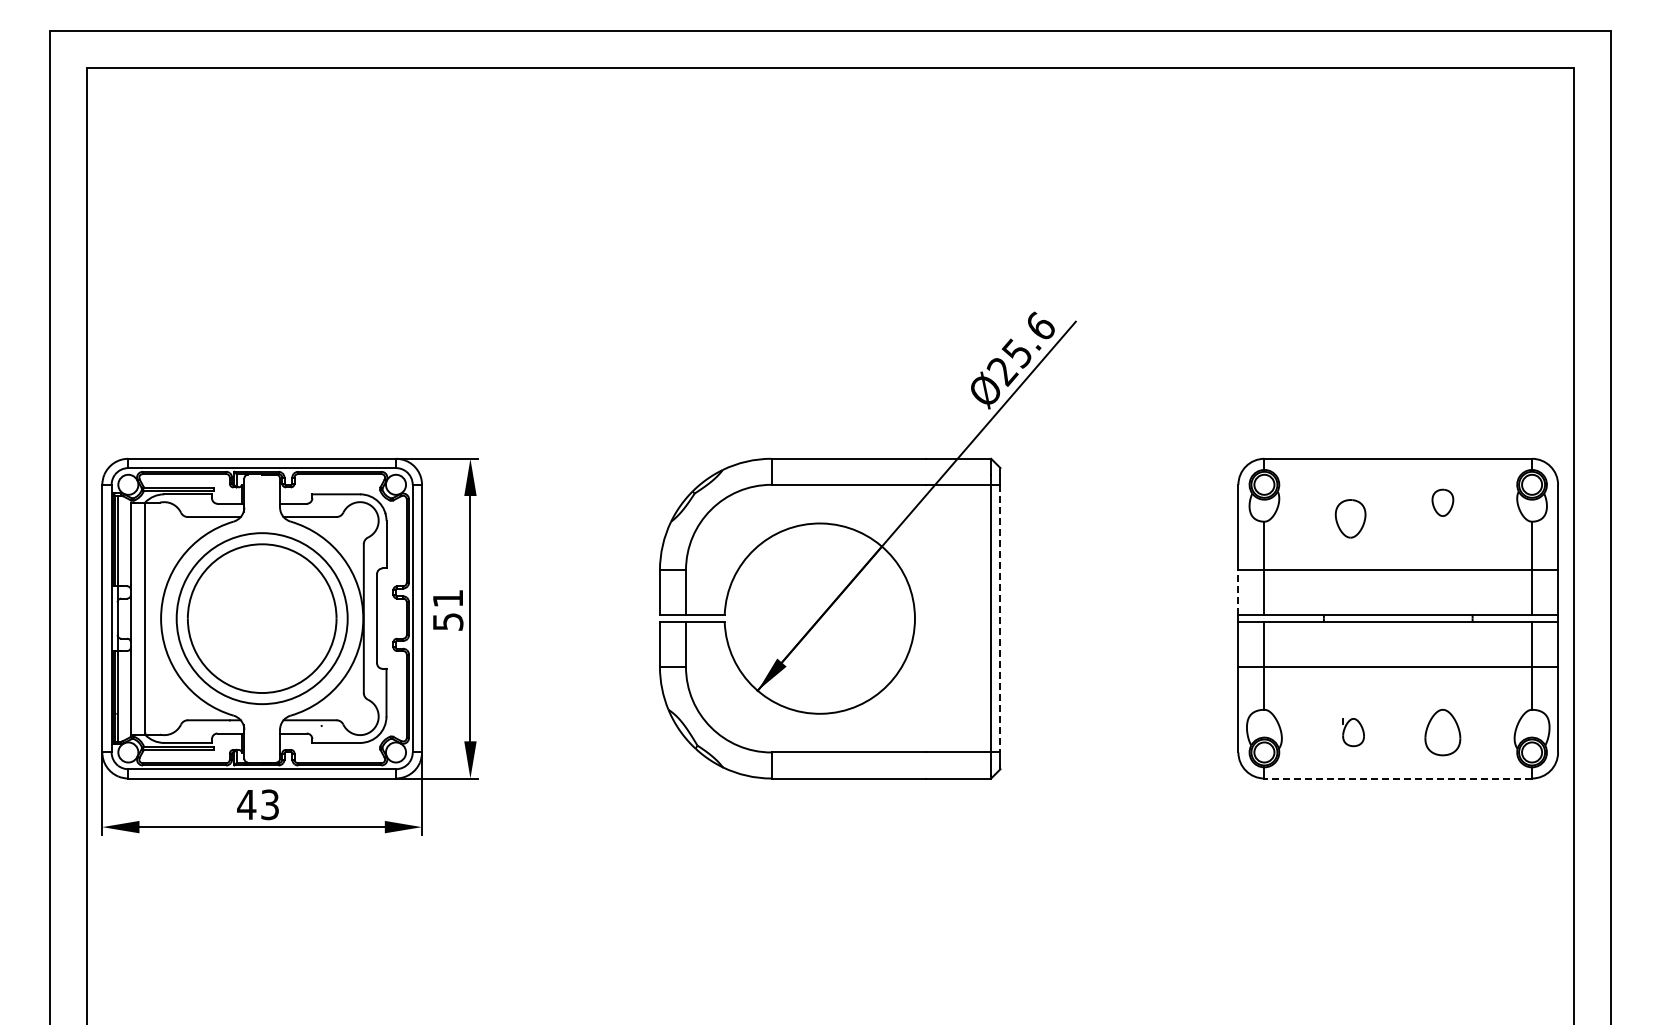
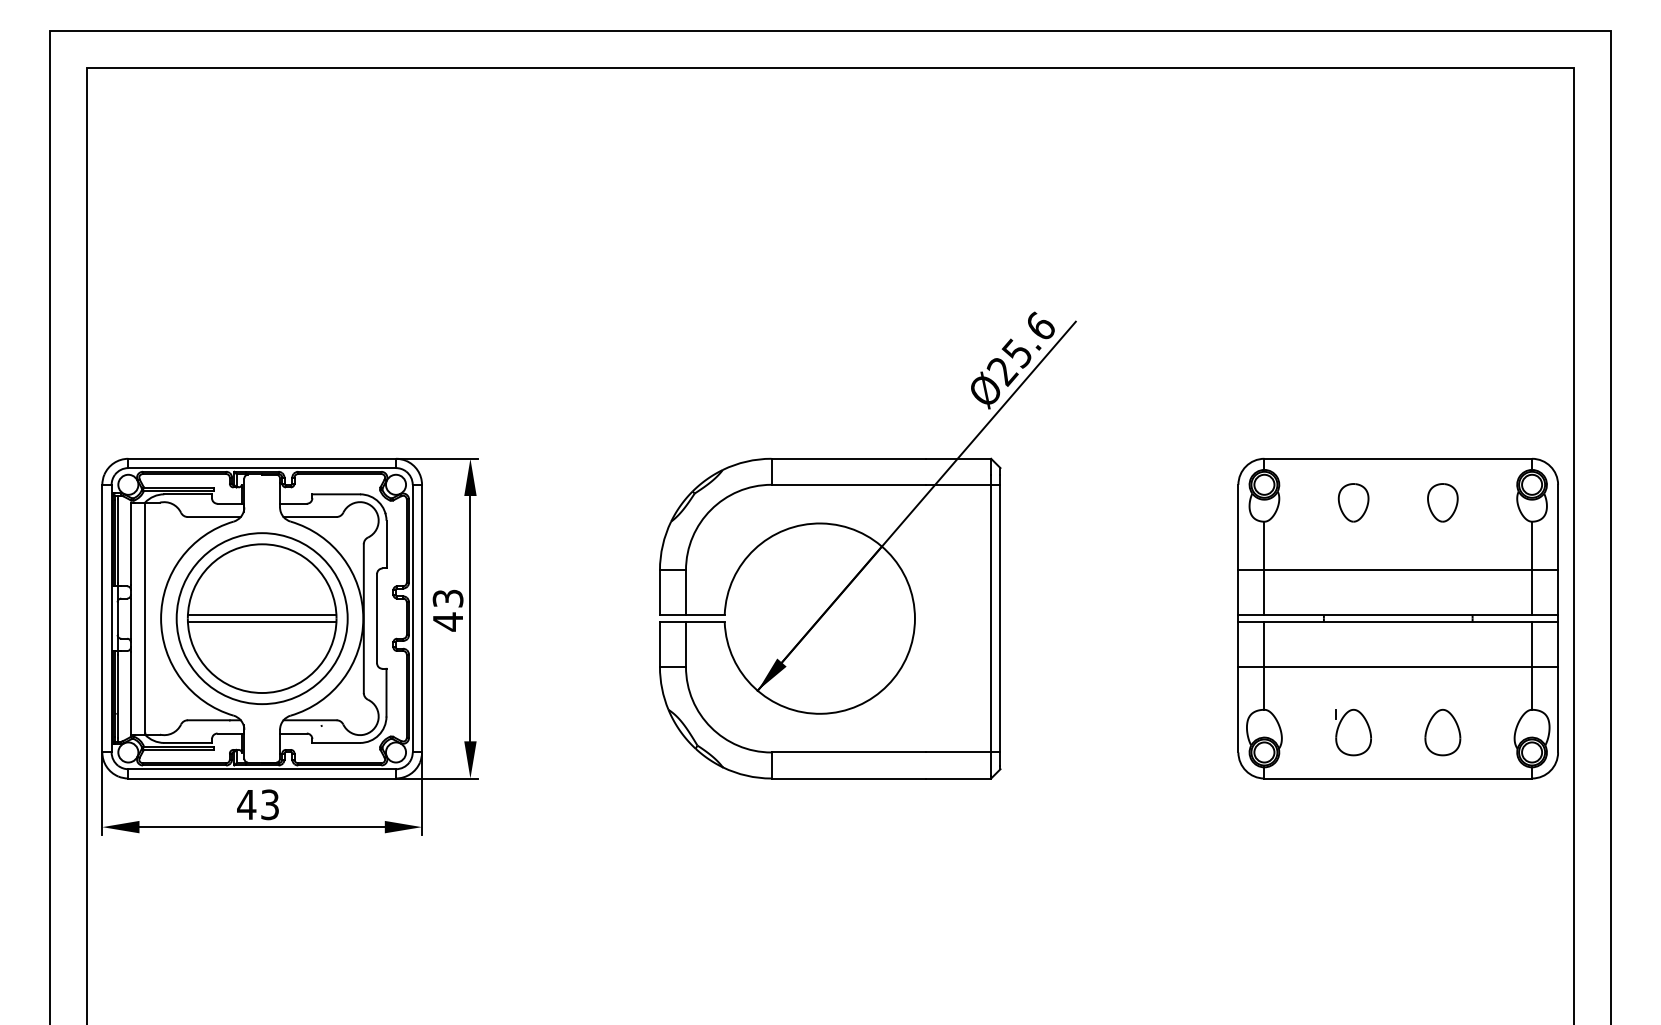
part at (1442, 502) size: 24x29 px -> 32x40 px
part at (1350, 518) position: (1350, 518) -> (1353, 502)
line at (1238, 592): dashed -> solid
text at (447, 610): 51 -> 43
line at (262, 614): none -> present
line at (1000, 618): dashed -> solid
line at (262, 622): none -> present
part at (1353, 732) size: 23x30 px -> 37x49 px
line at (1398, 778): dashed -> solid
